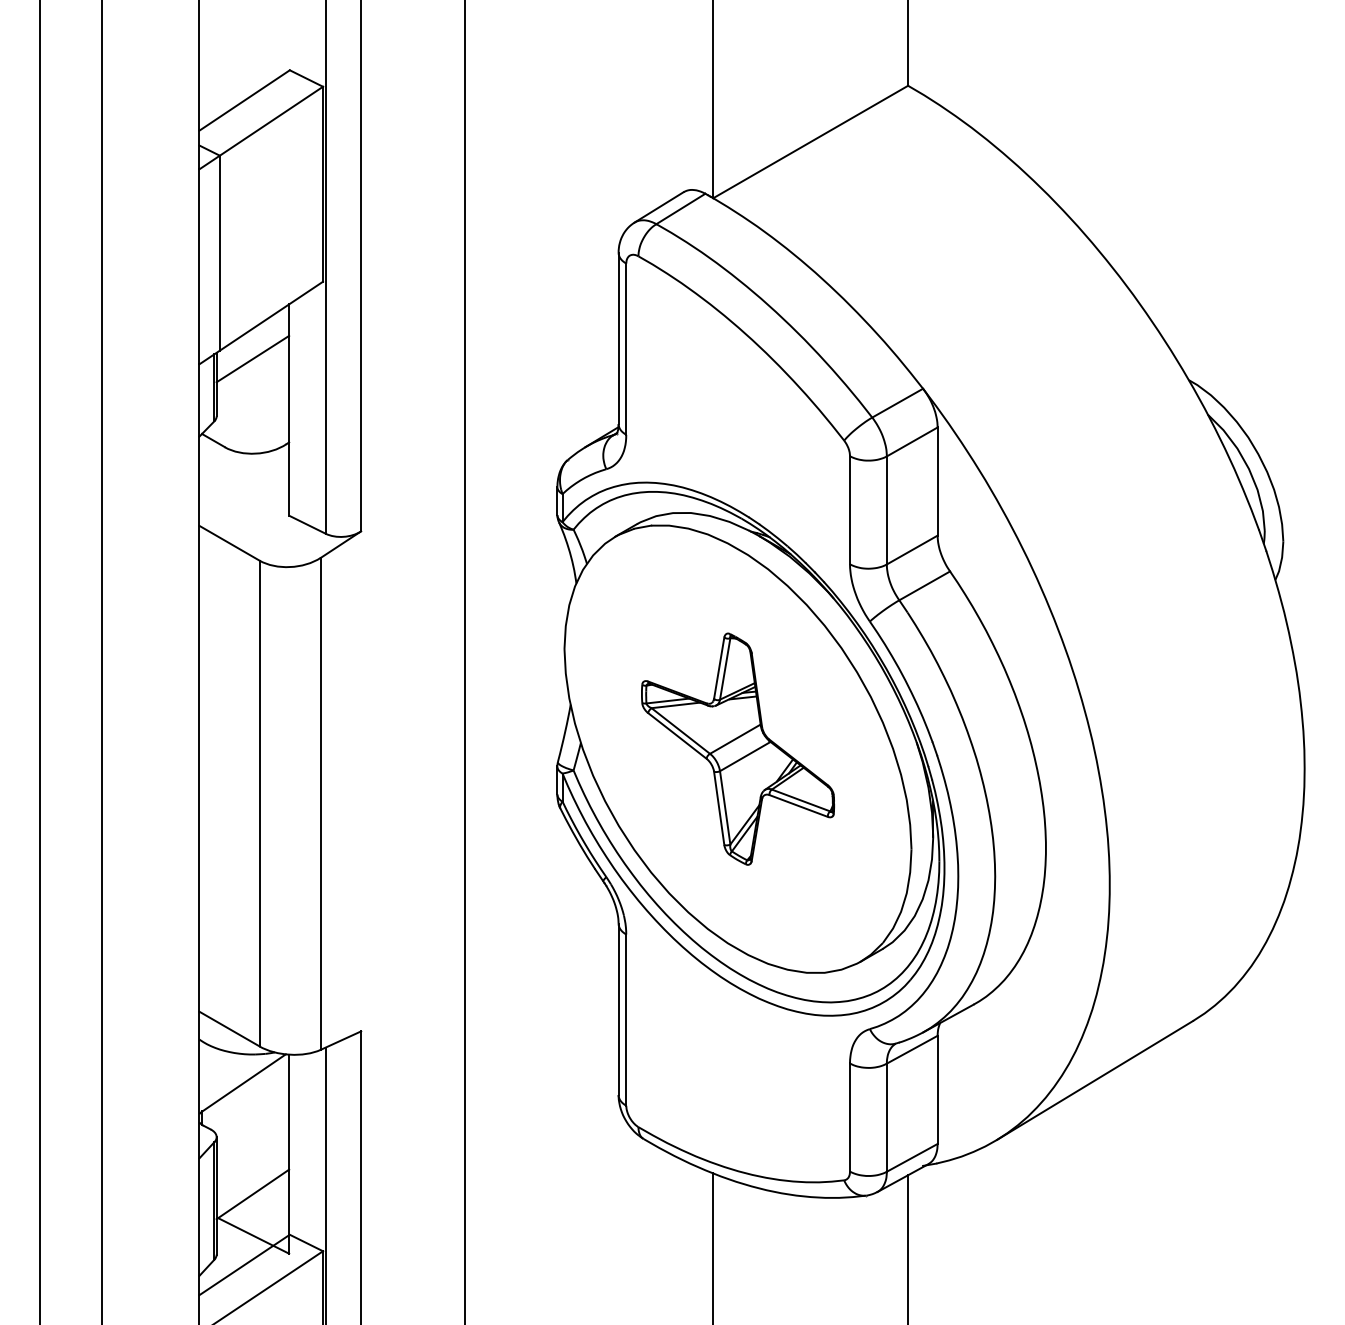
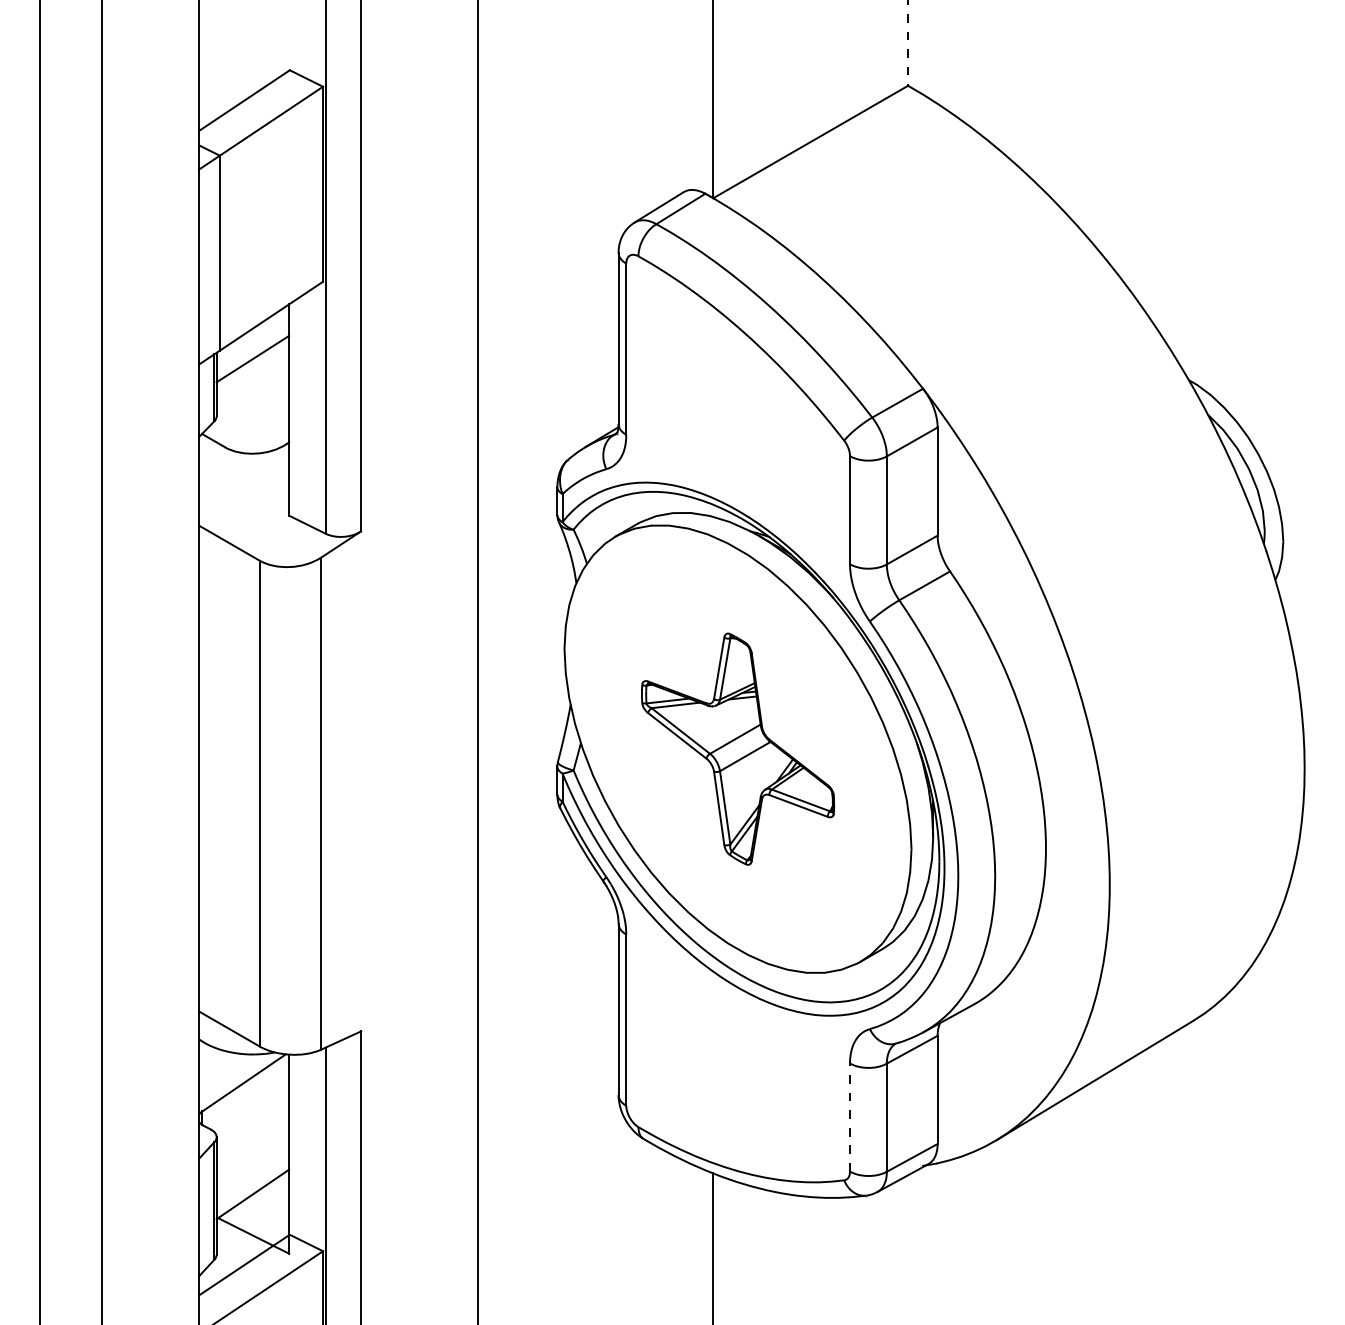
line at (908, 43): solid -> dashed
line at (465, 661) position: (465, 661) -> (478, 661)
line at (850, 1117): solid -> dashed
line at (908, 1248): present -> none
